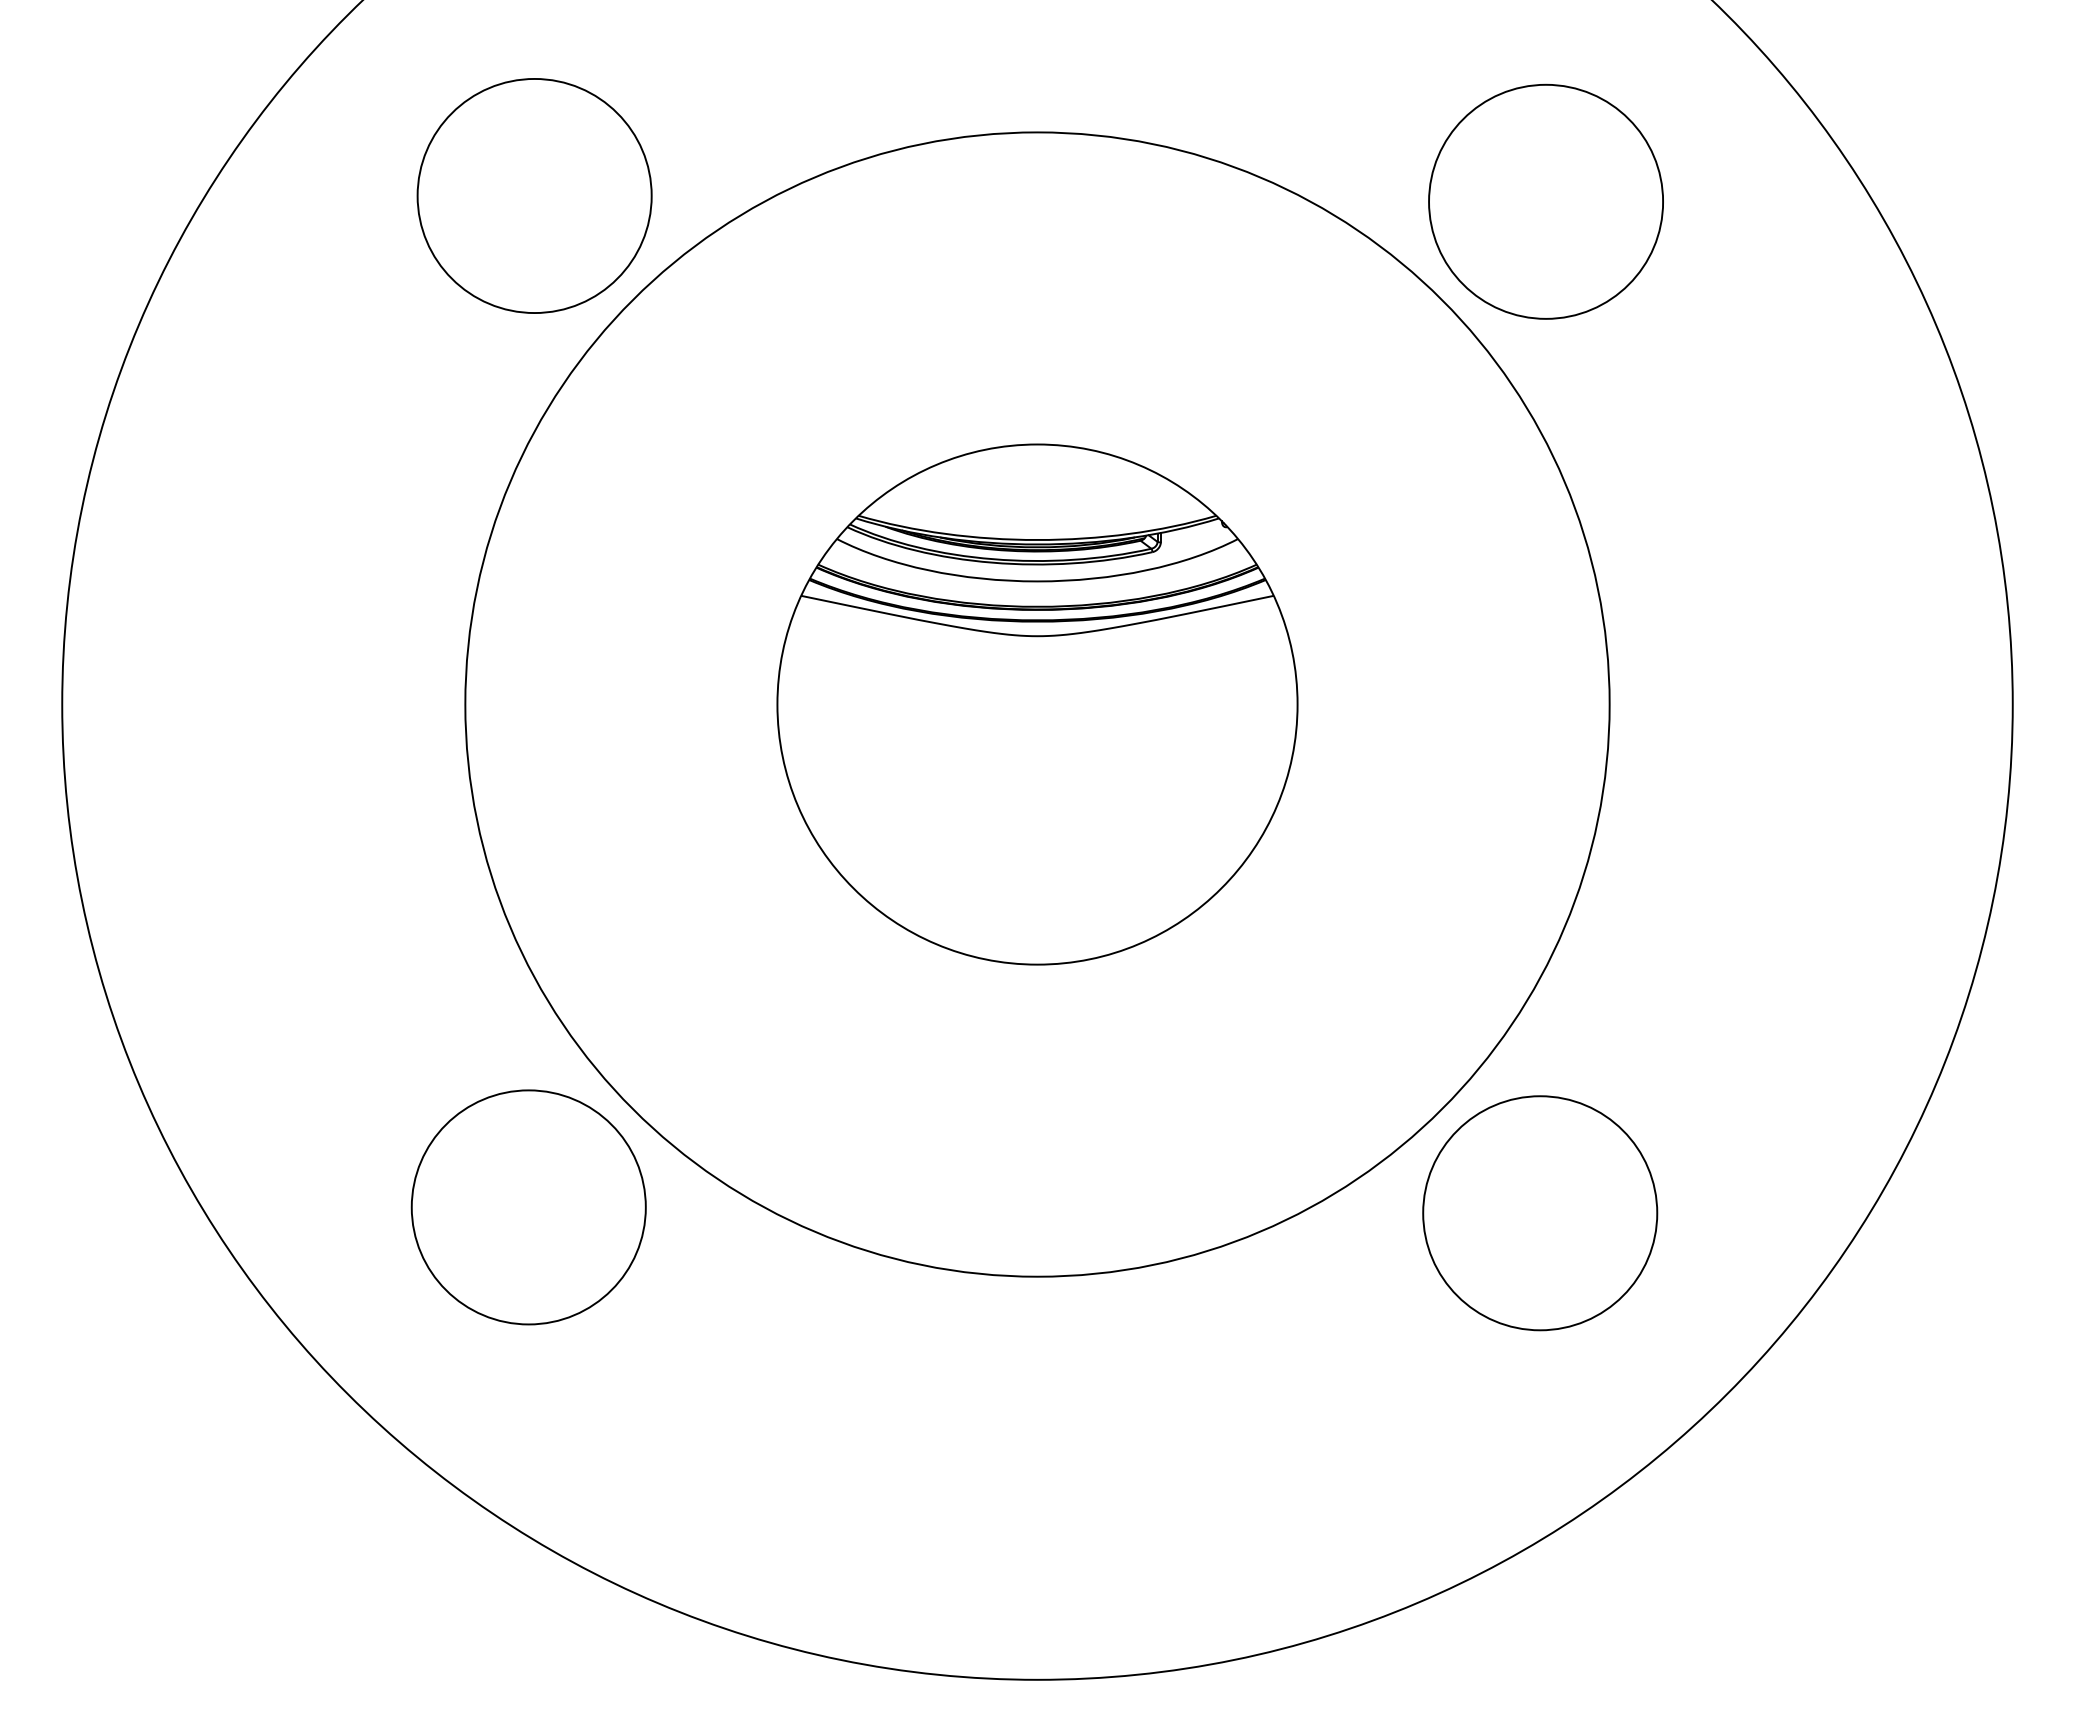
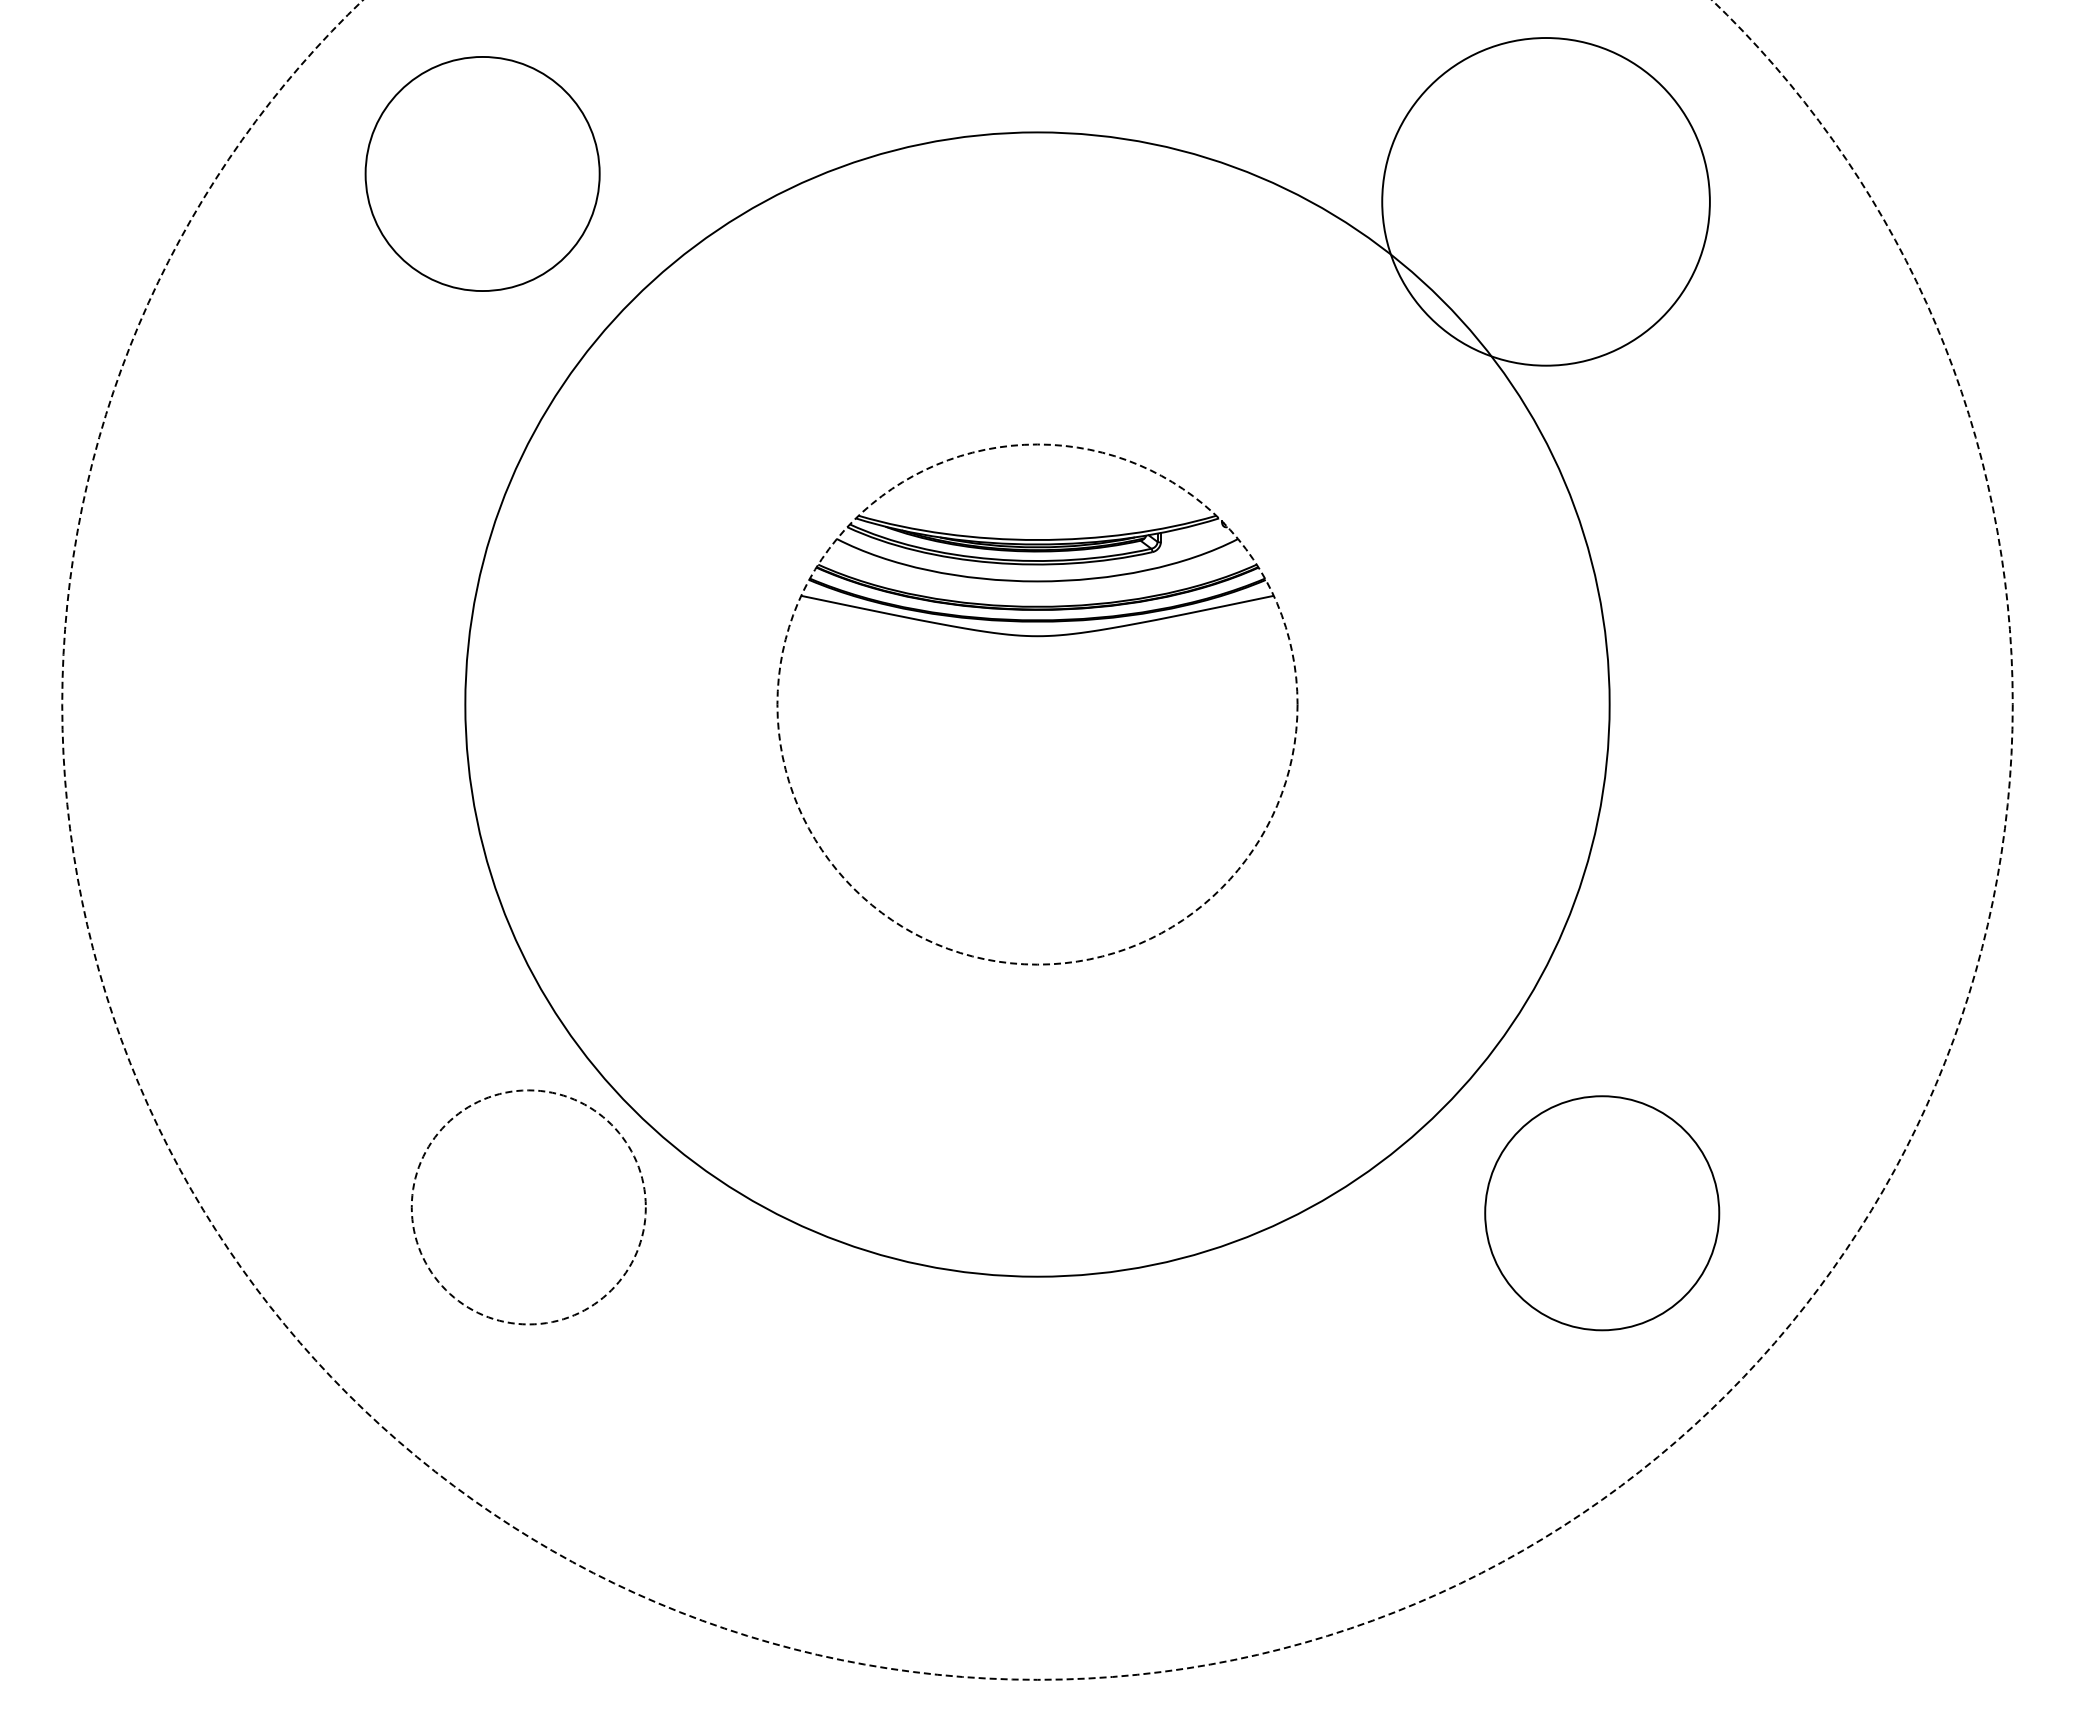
circle at (534, 195) position: (534, 195) -> (482, 173)
circle at (1546, 201) diameter: 234 px -> 328 px
circle at (1037, 704): solid -> dashed
circle at (1037, 839): solid -> dashed
circle at (528, 1207): solid -> dashed
circle at (1540, 1213) position: (1540, 1213) -> (1602, 1213)
